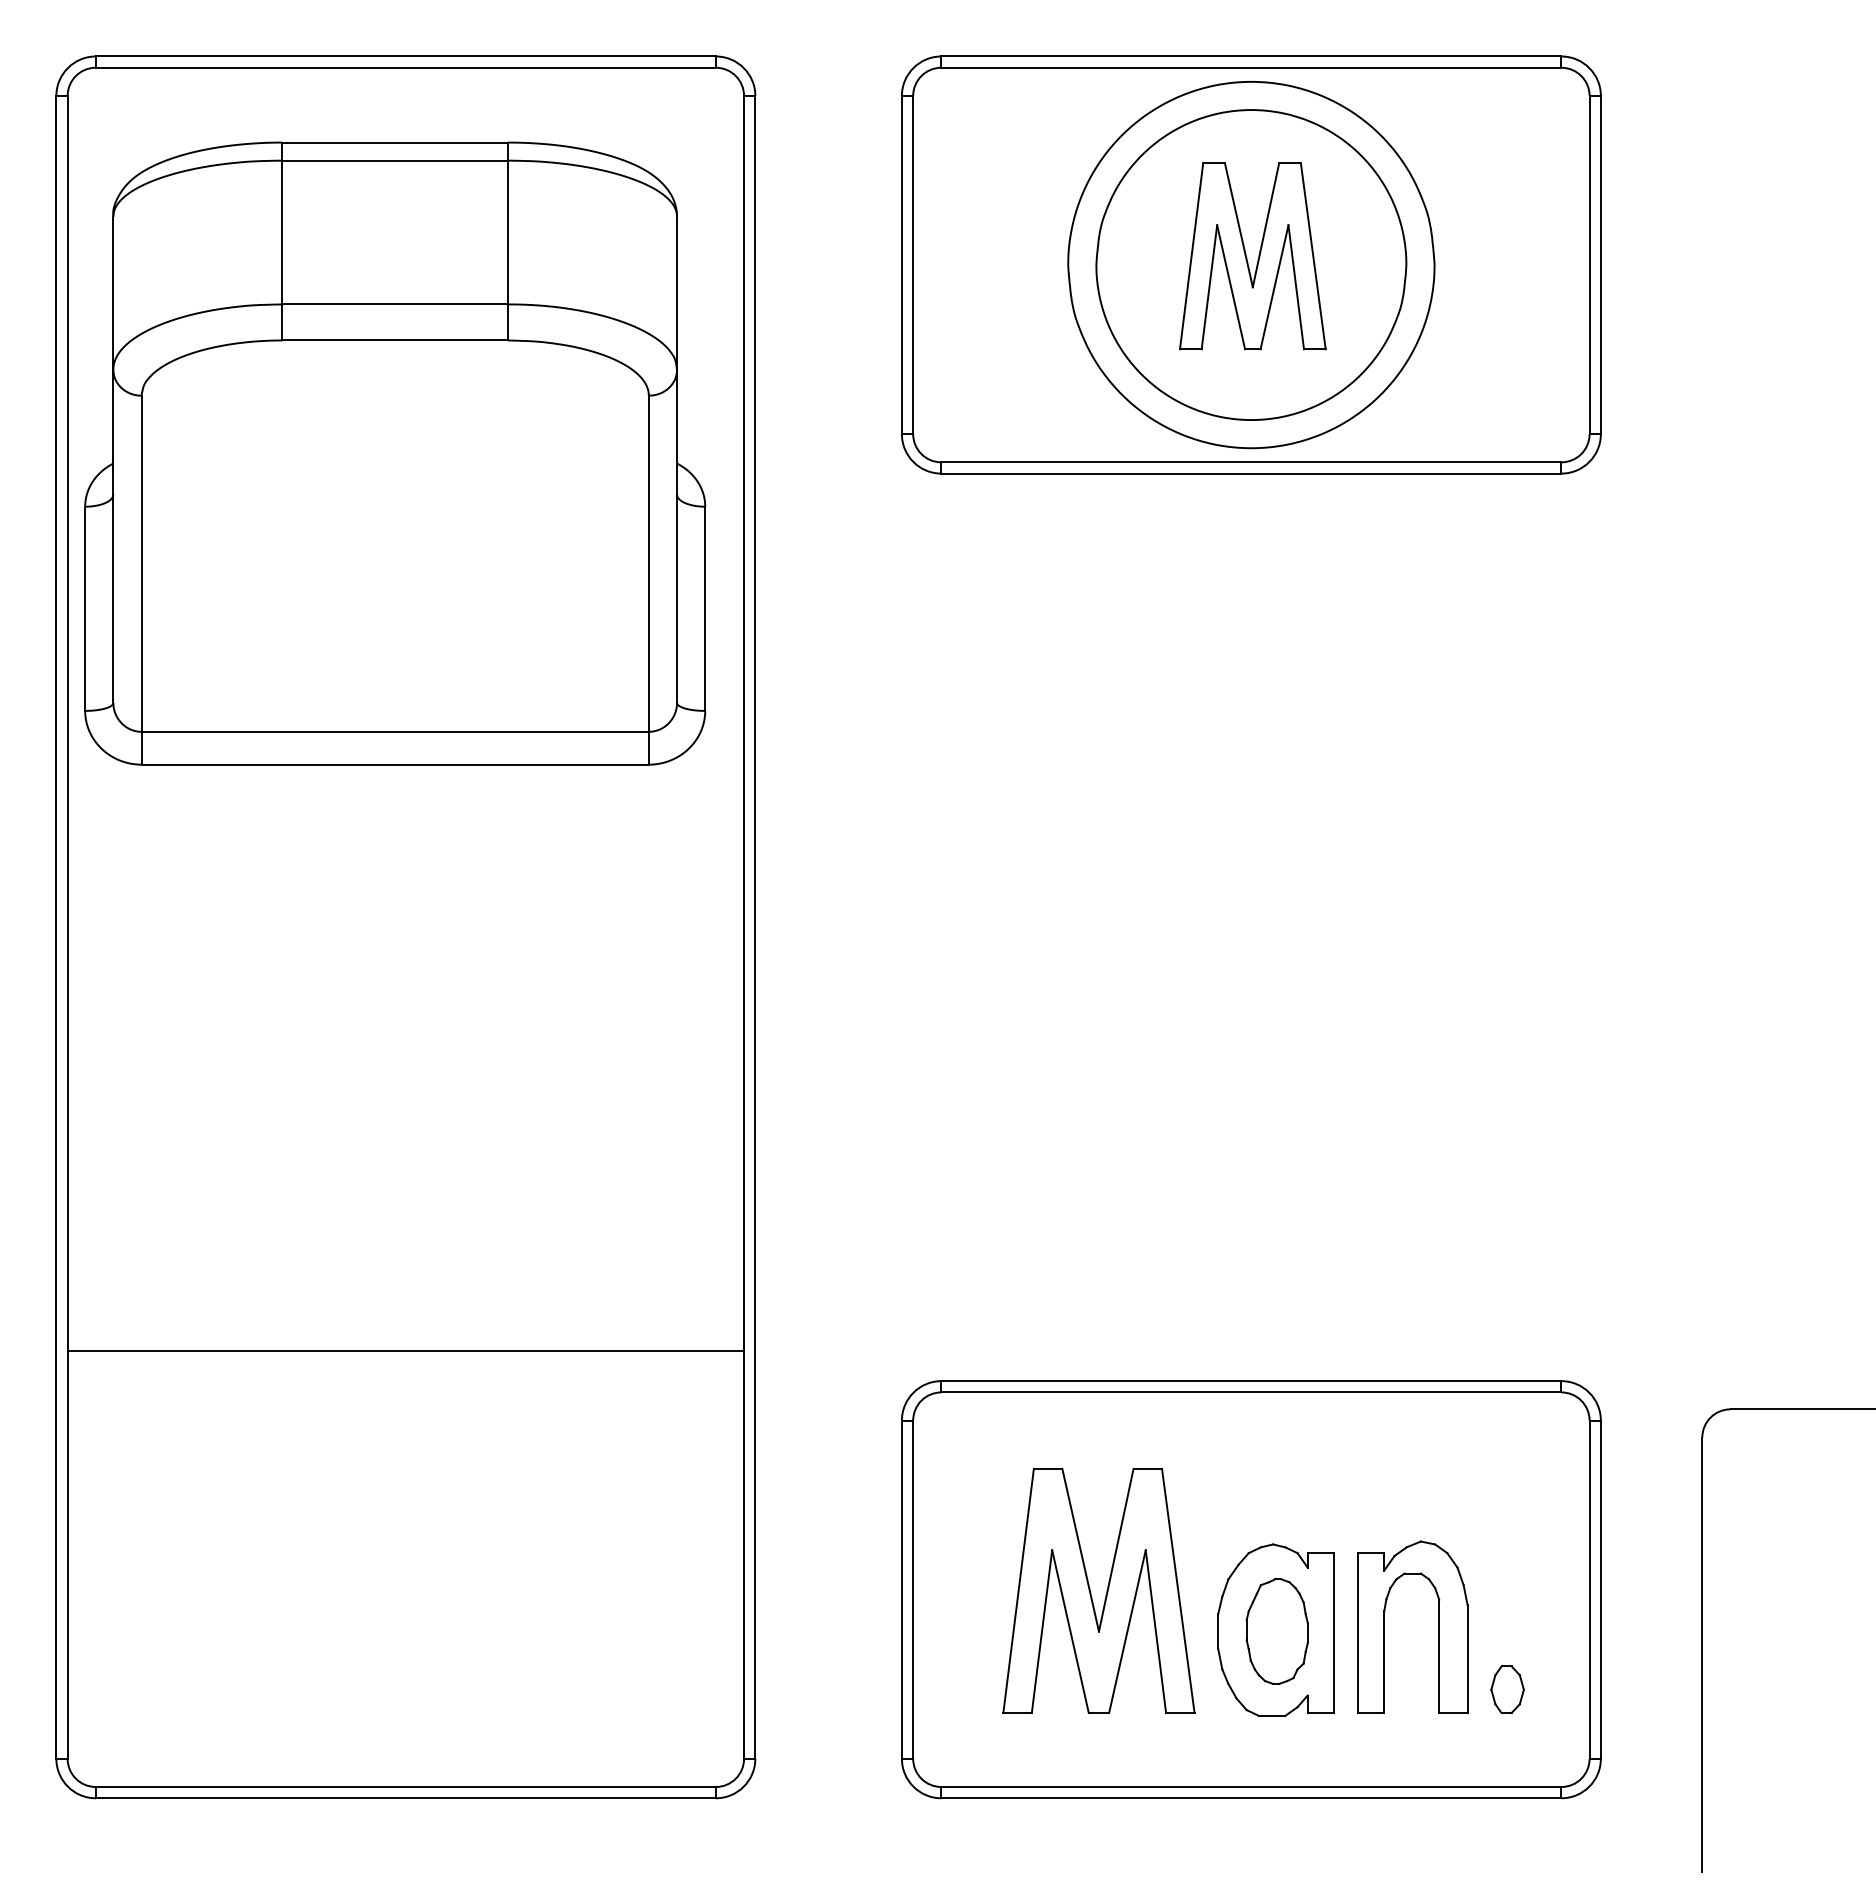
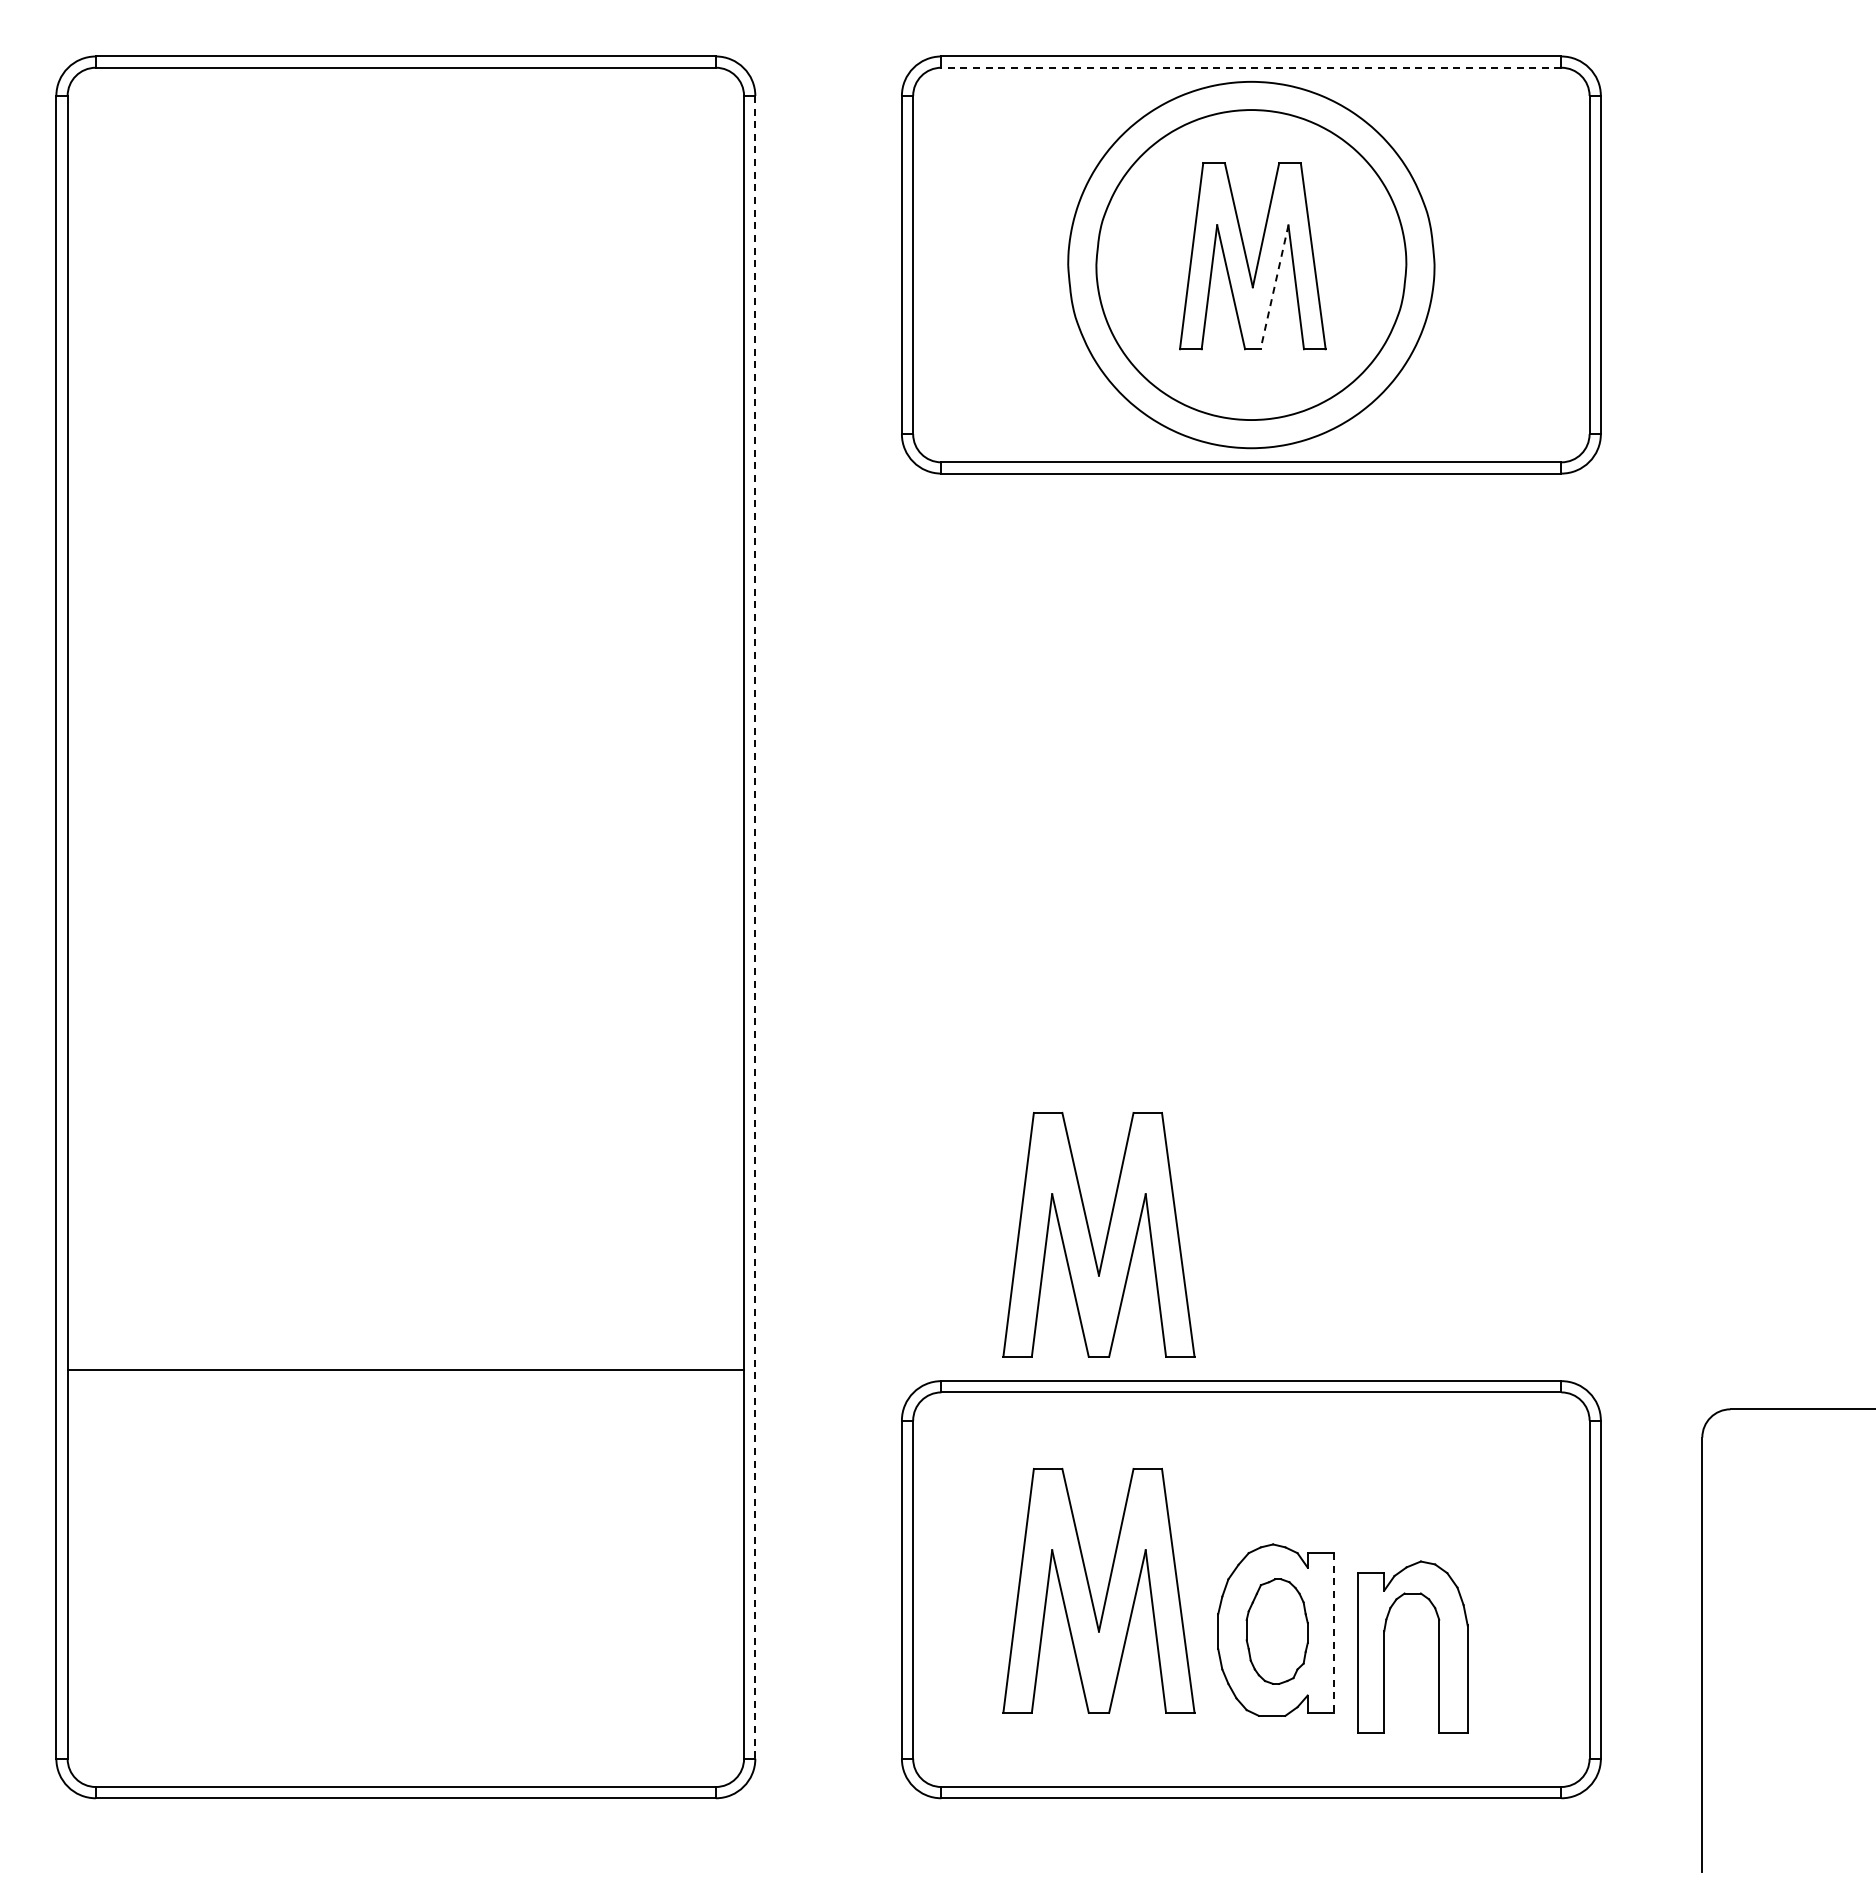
line at (1250, 67): solid -> dashed
line at (1274, 287): solid -> dashed
part at (395, 453): present -> none
line at (755, 927): solid -> dashed
part at (1091, 1236): none -> present
line at (405, 1350) position: (405, 1350) -> (405, 1369)
part at (1438, 1626) position: (1438, 1626) -> (1438, 1646)
line at (1334, 1633): solid -> dashed
part at (1507, 1689): present -> none
